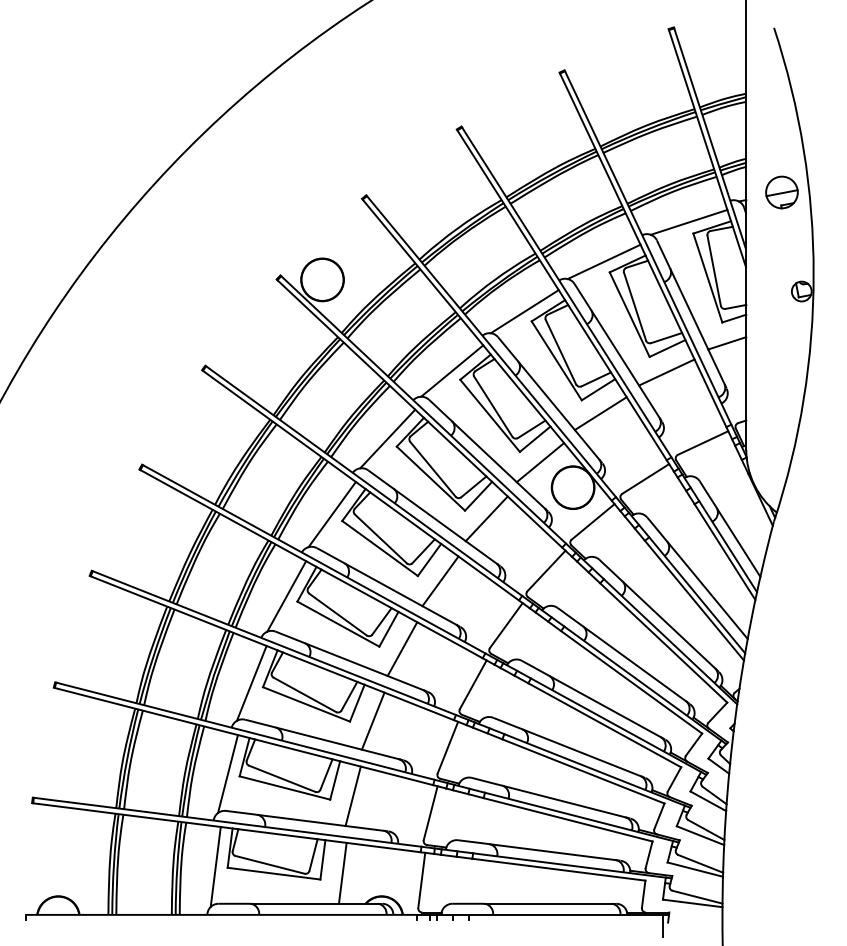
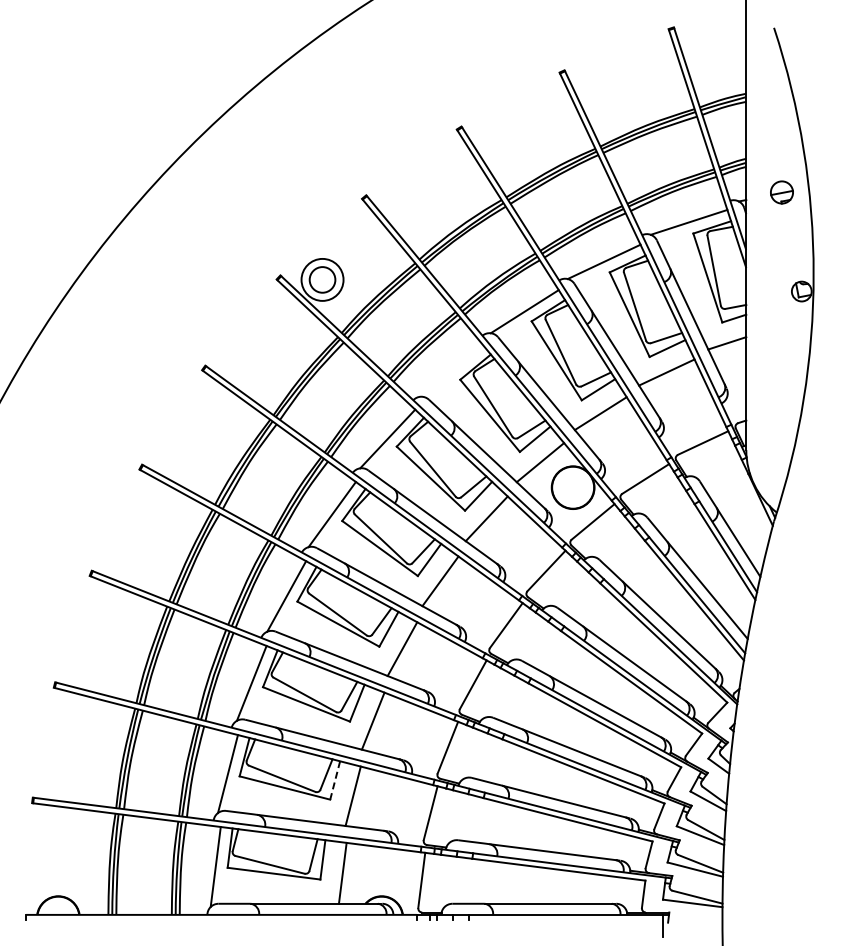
part at (781, 192) size: 34x35 px -> 24x25 px
circle at (322, 279) diameter: 43 px -> 26 px
line at (452, 370): present -> none
line at (335, 780): solid -> dashed
